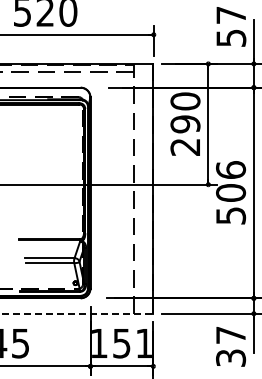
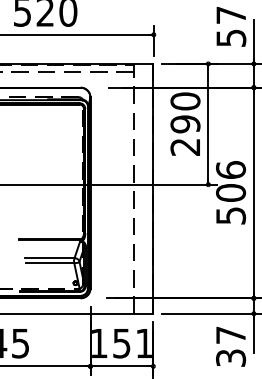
line at (77, 313): dashed -> solid
